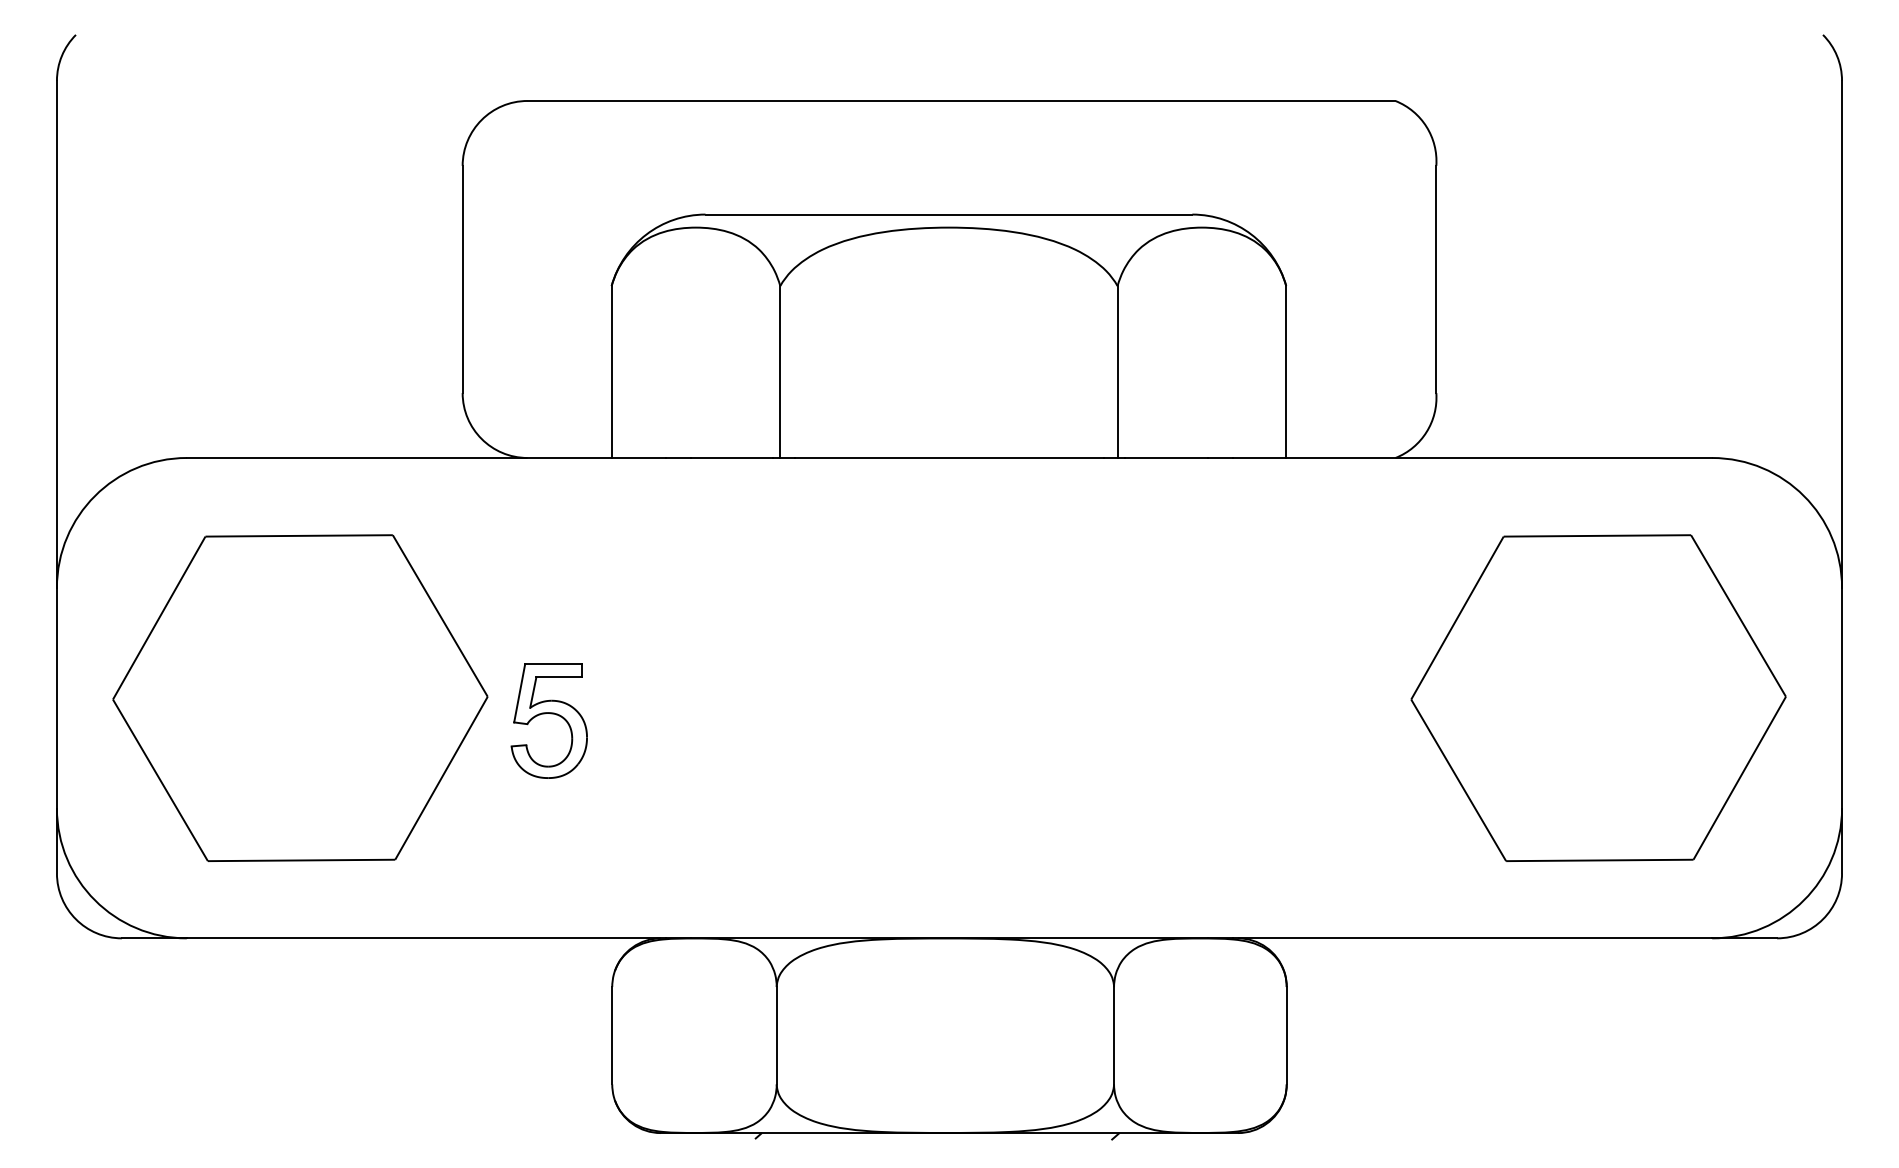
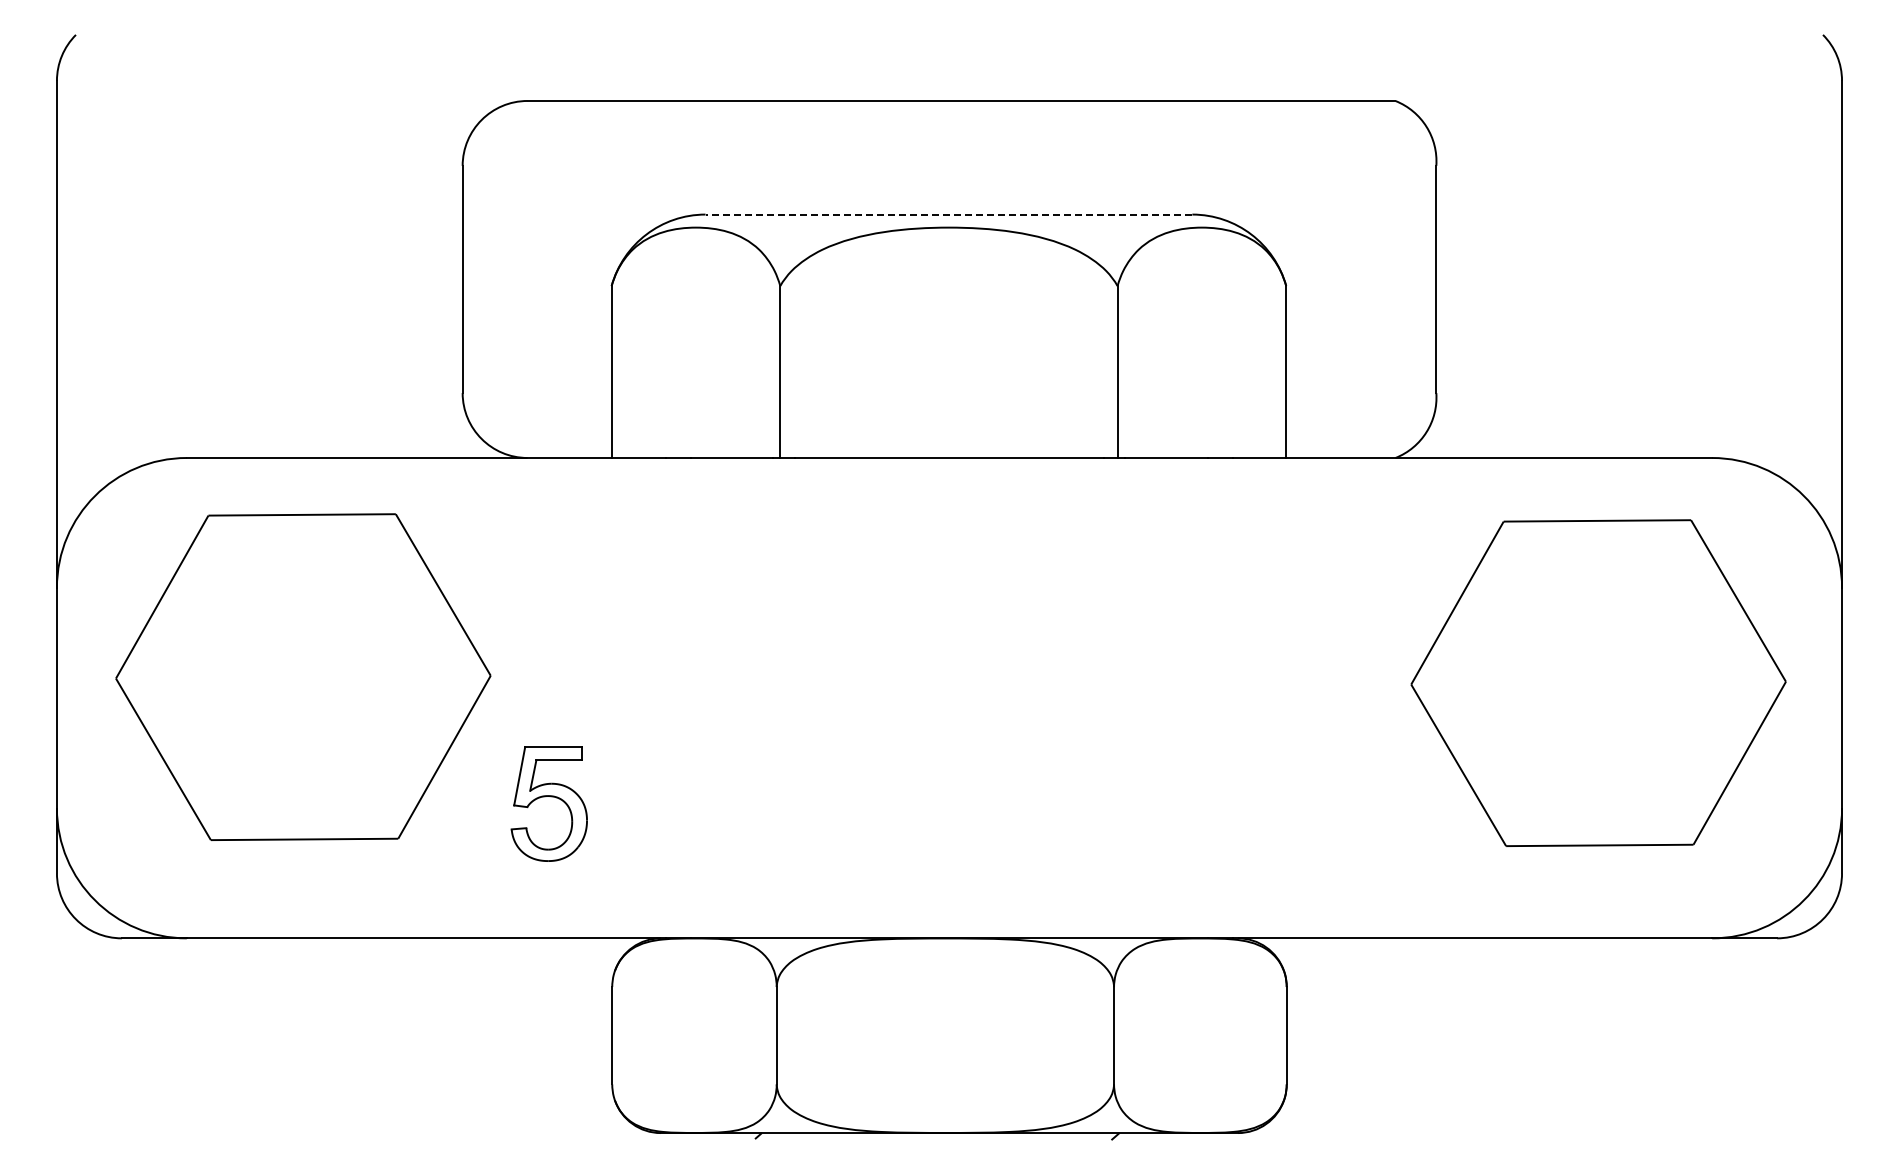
line at (948, 214): solid -> dashed
part at (300, 697) position: (300, 697) -> (303, 676)
part at (1598, 697) position: (1598, 697) -> (1598, 682)
part at (550, 714) position: (550, 714) -> (550, 797)
